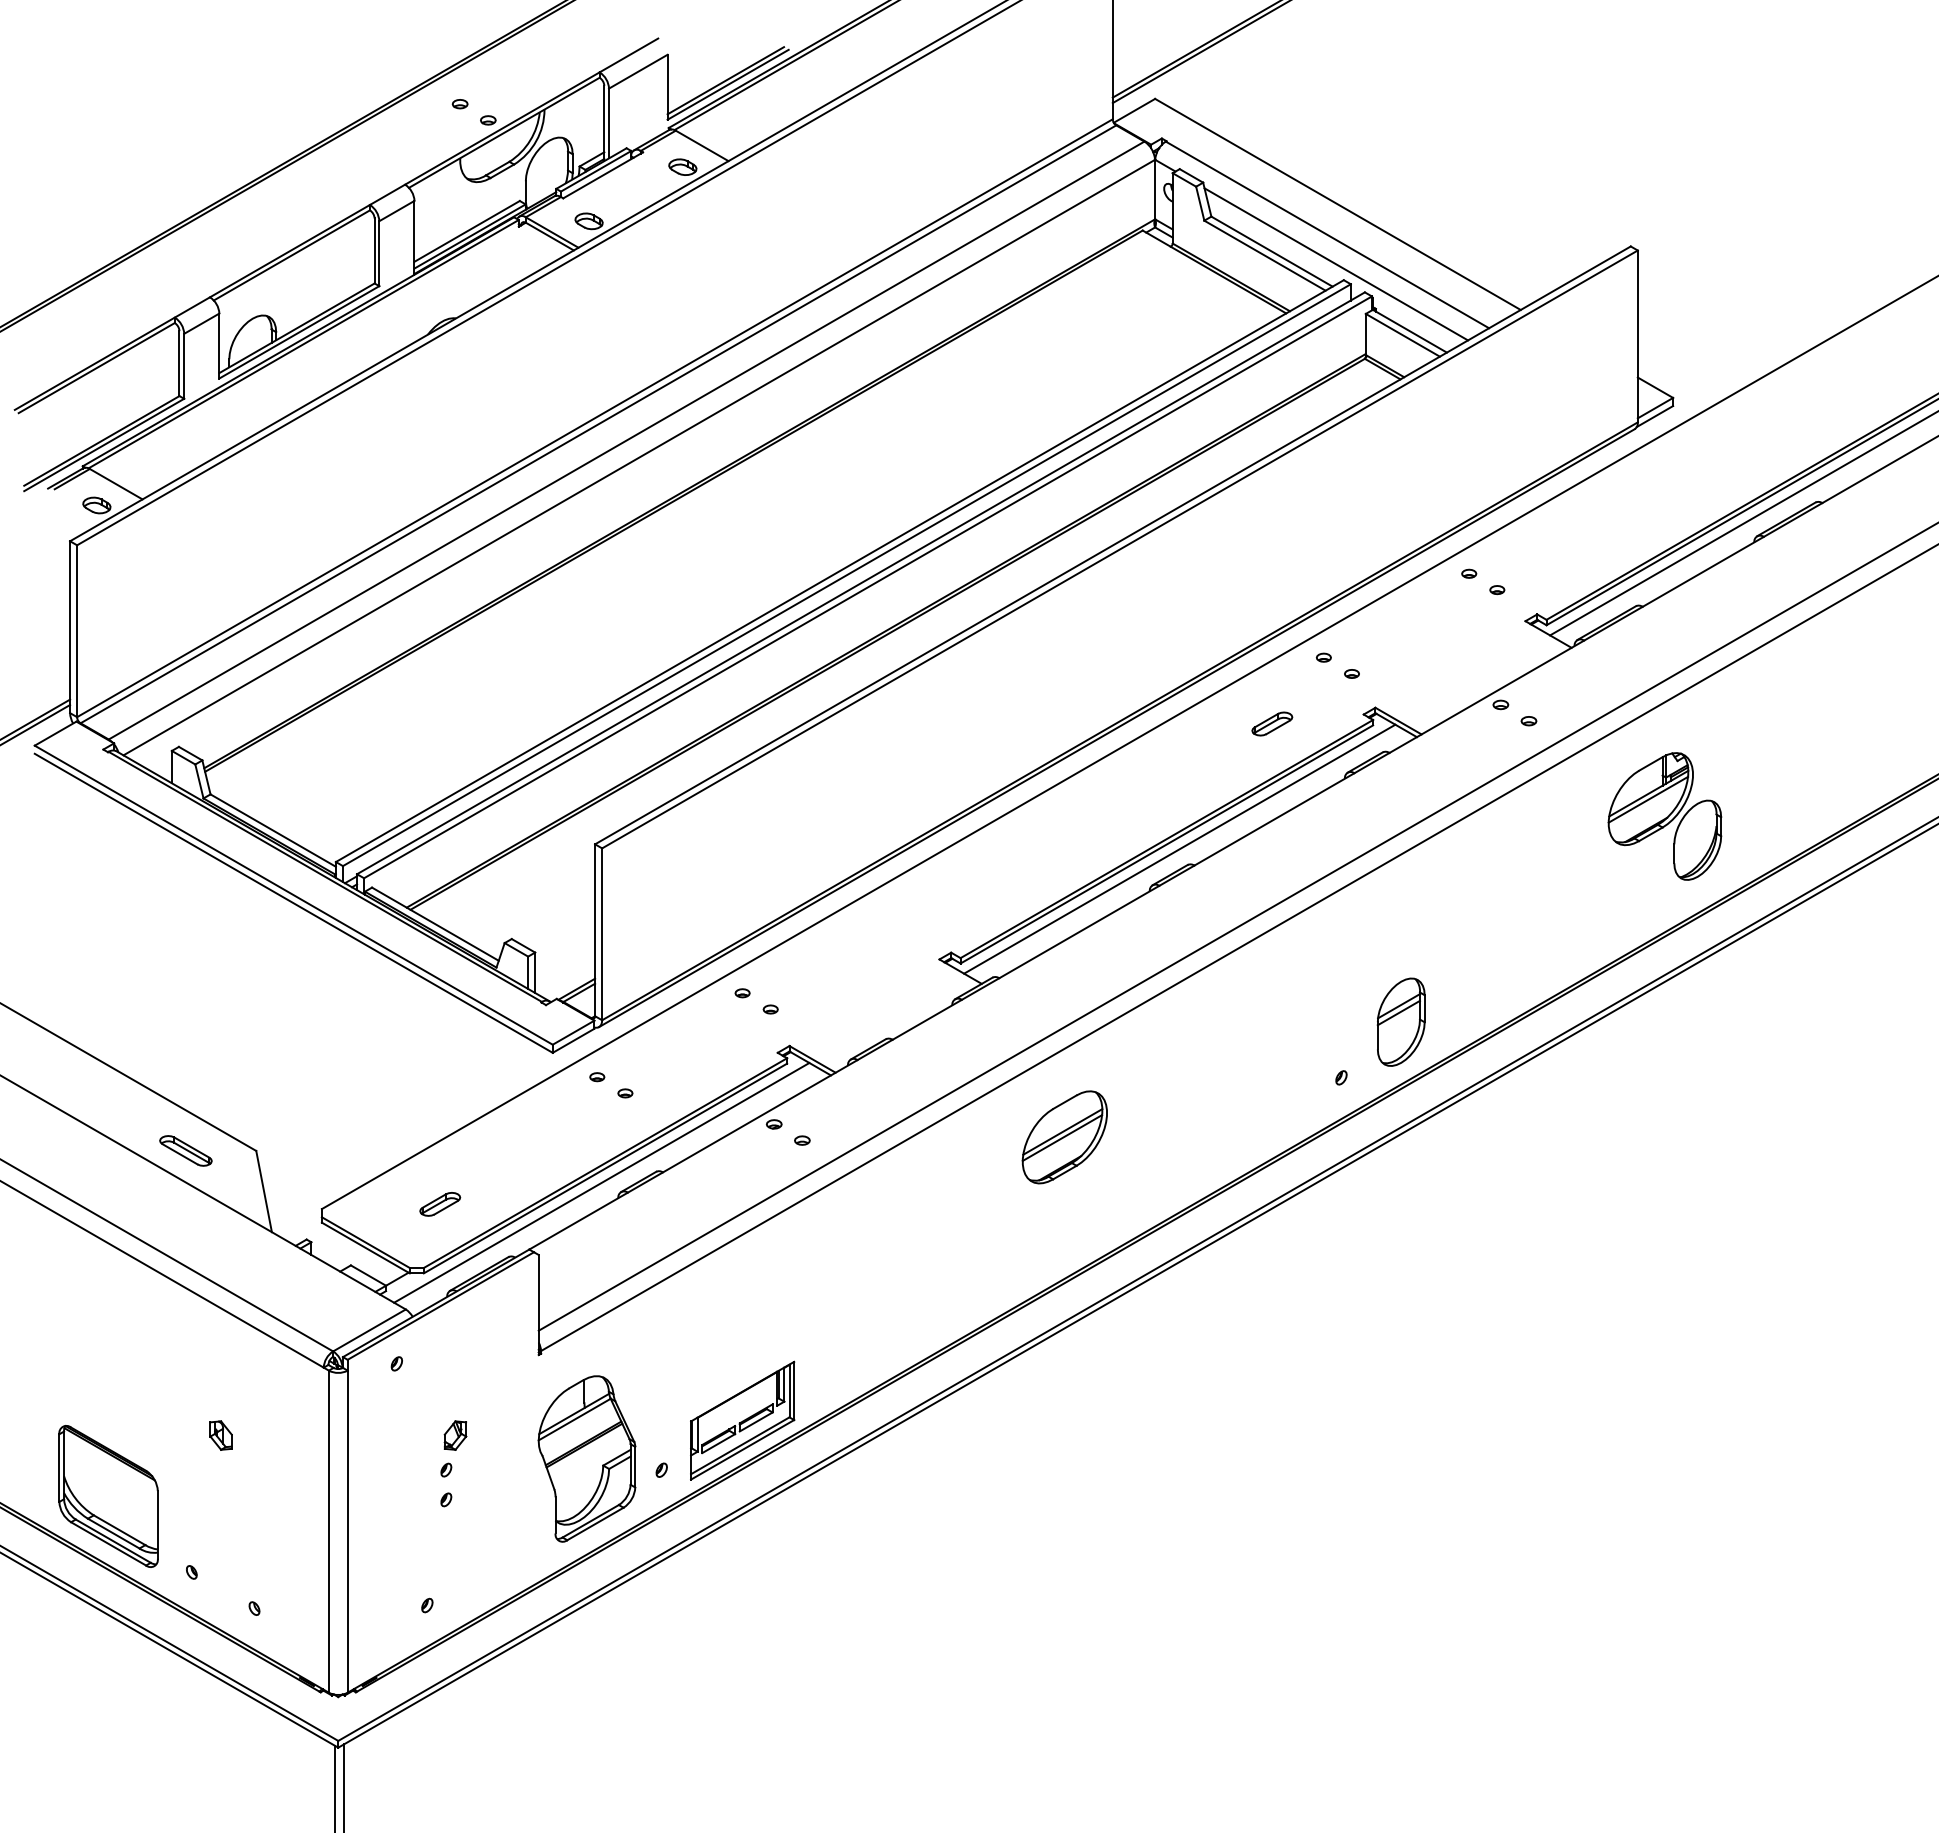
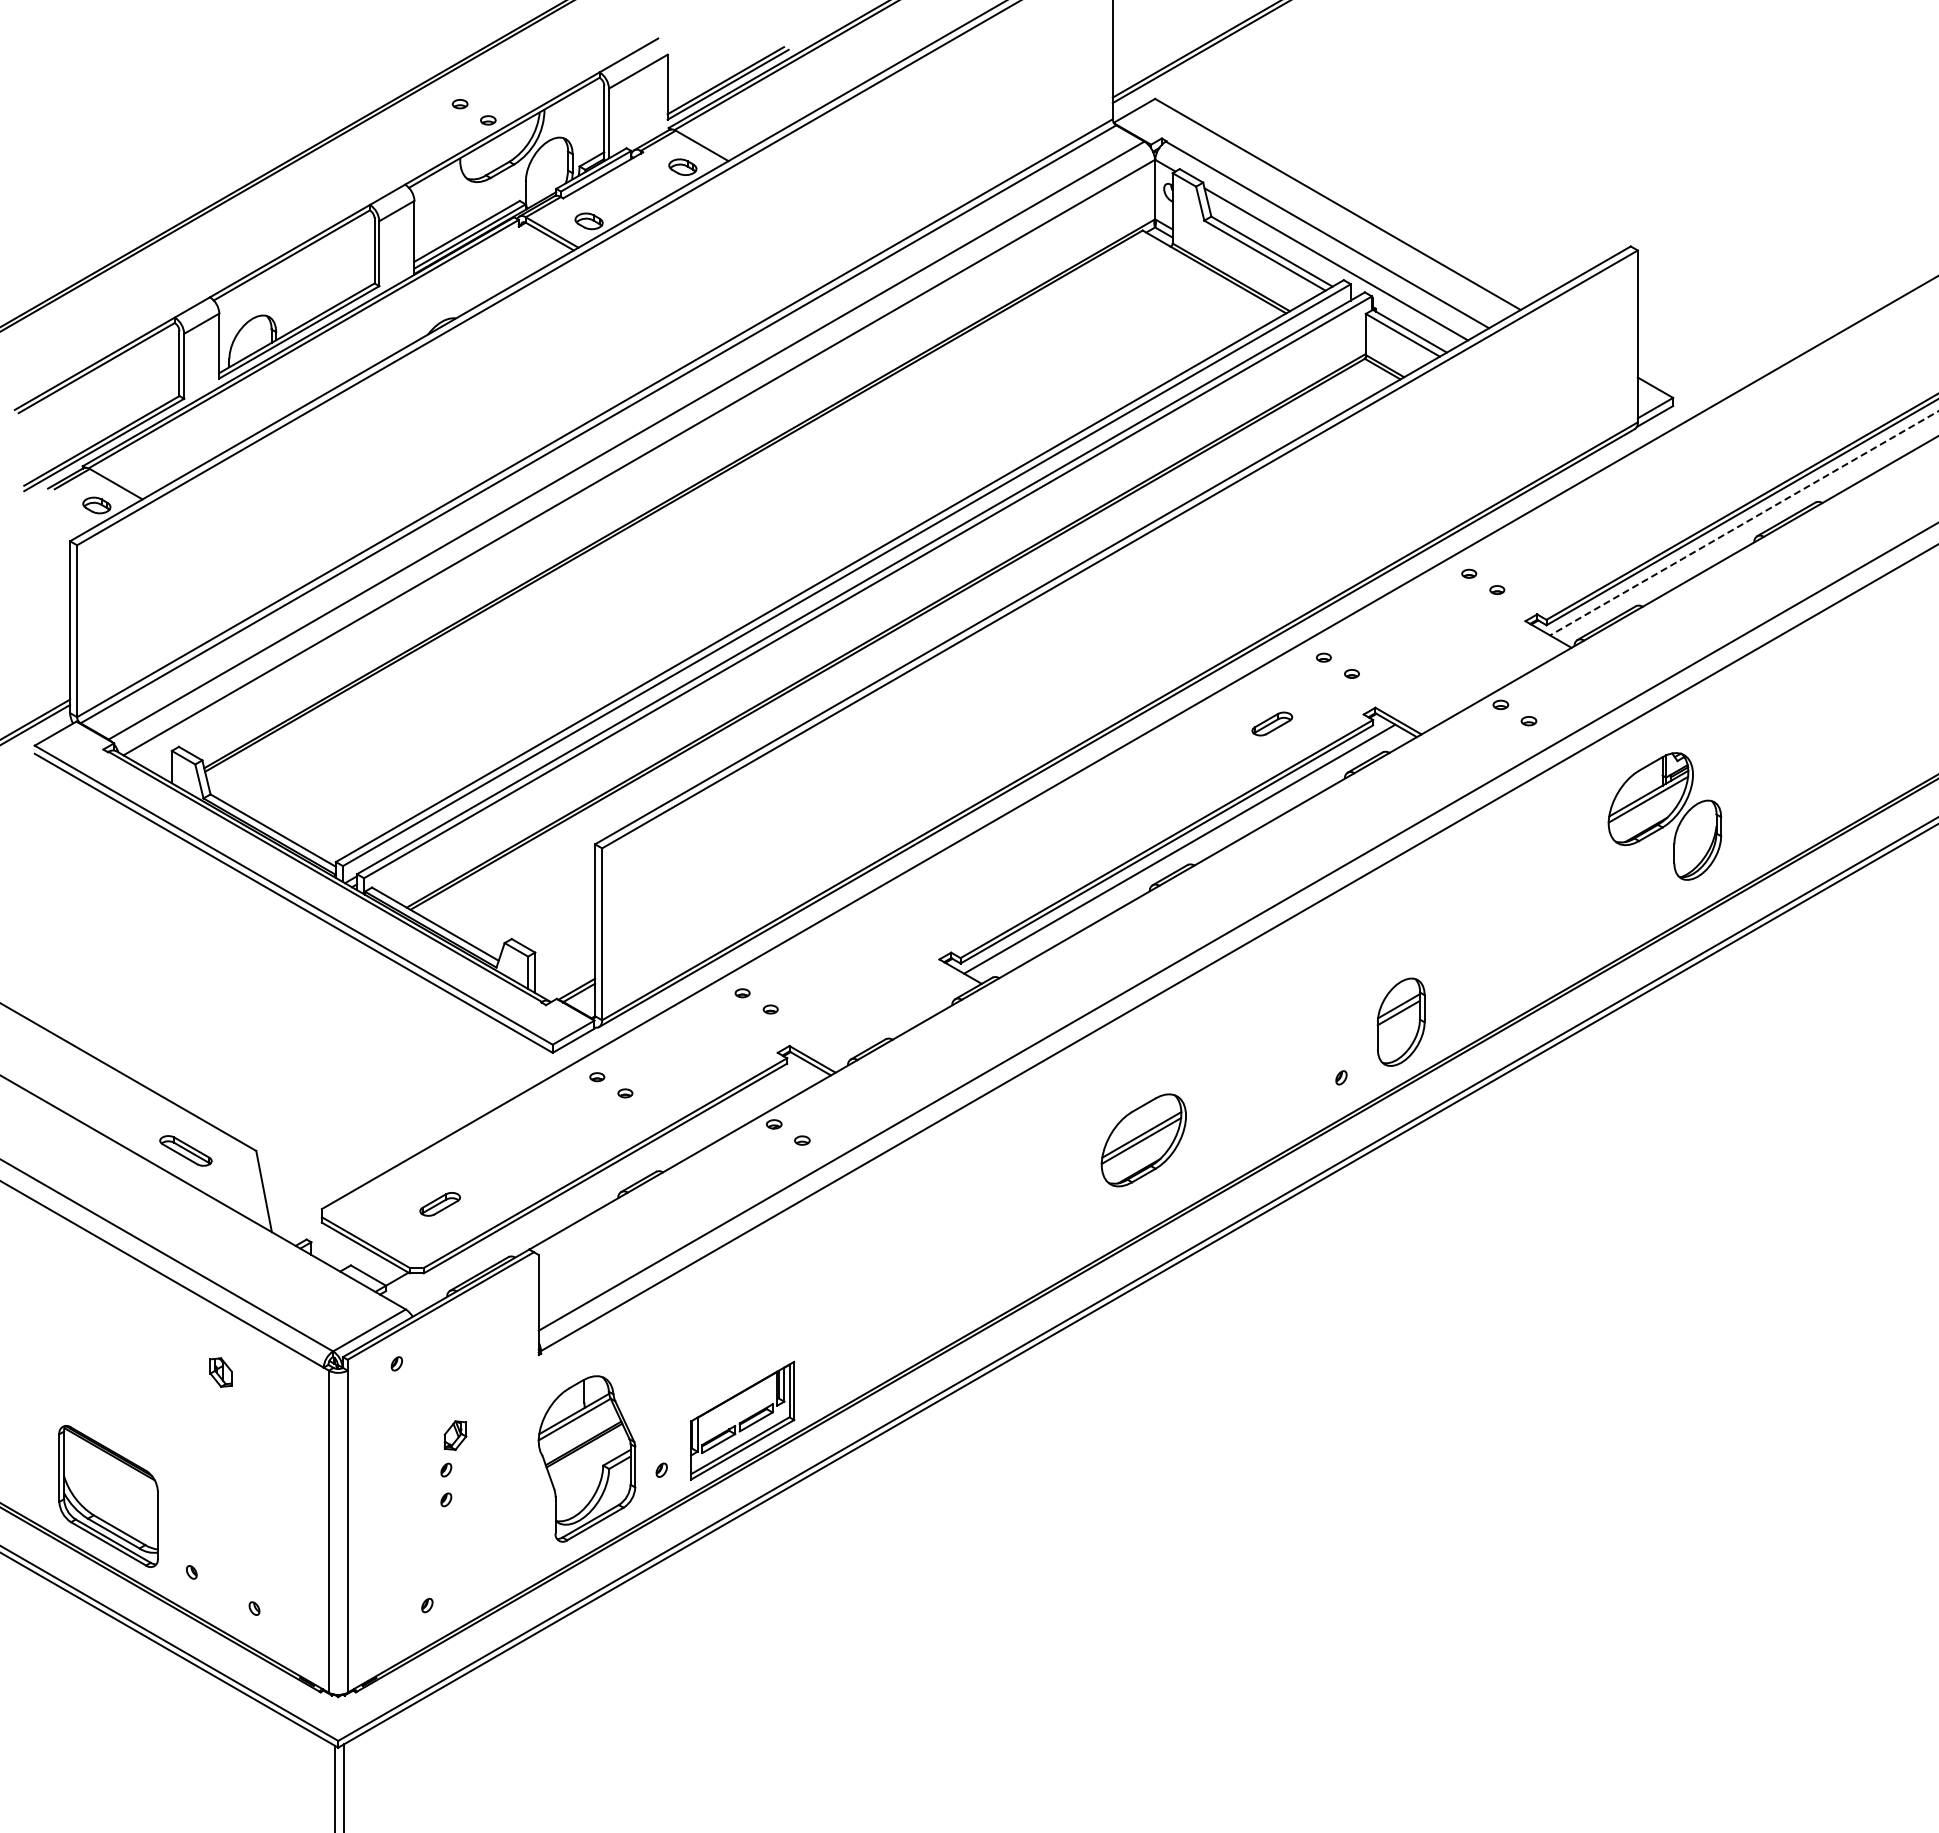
line at (1744, 523): solid -> dashed
part at (1064, 1137) position: (1064, 1137) -> (1143, 1140)
line at (601, 1182): present -> none
part at (220, 1435) position: (220, 1435) -> (220, 1372)
